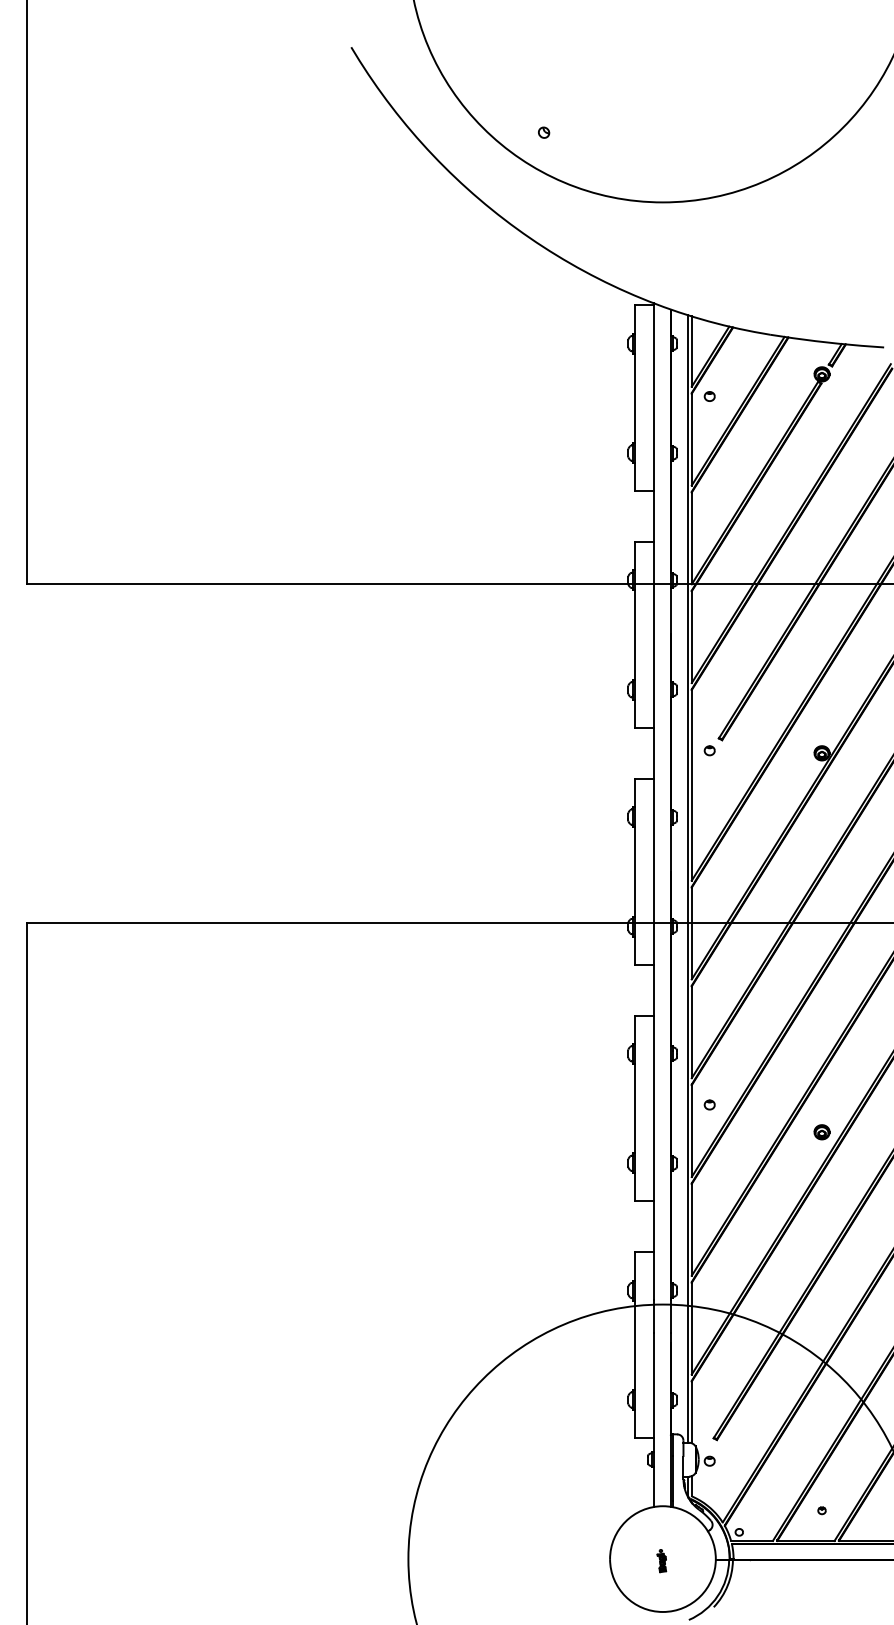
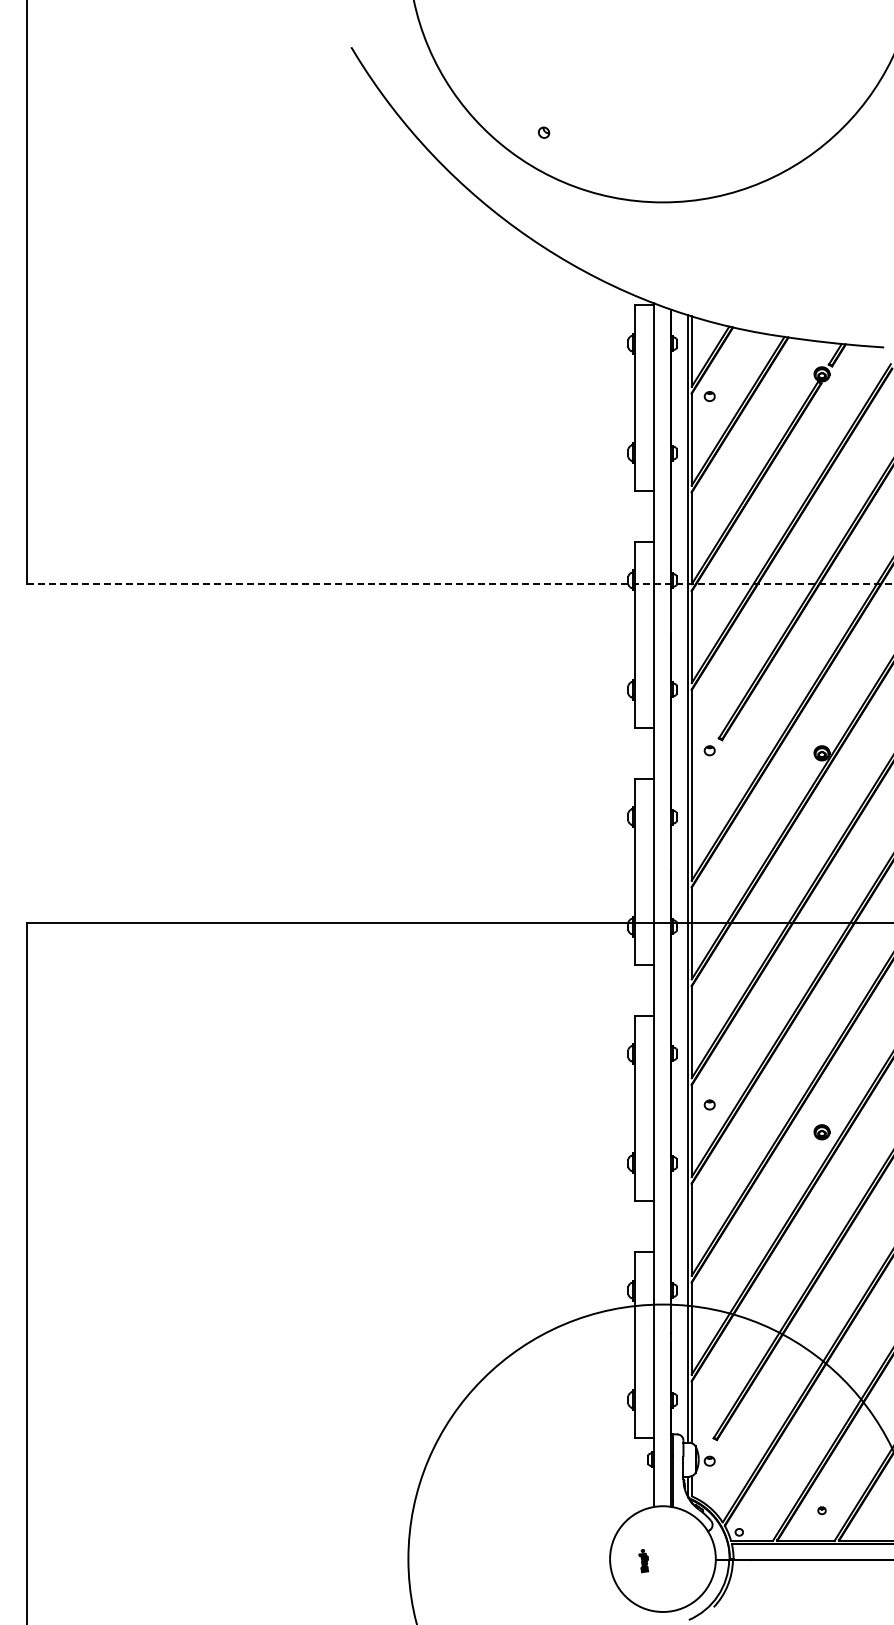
line at (460, 584): solid -> dashed
part at (661, 1561) position: (661, 1561) -> (643, 1561)
